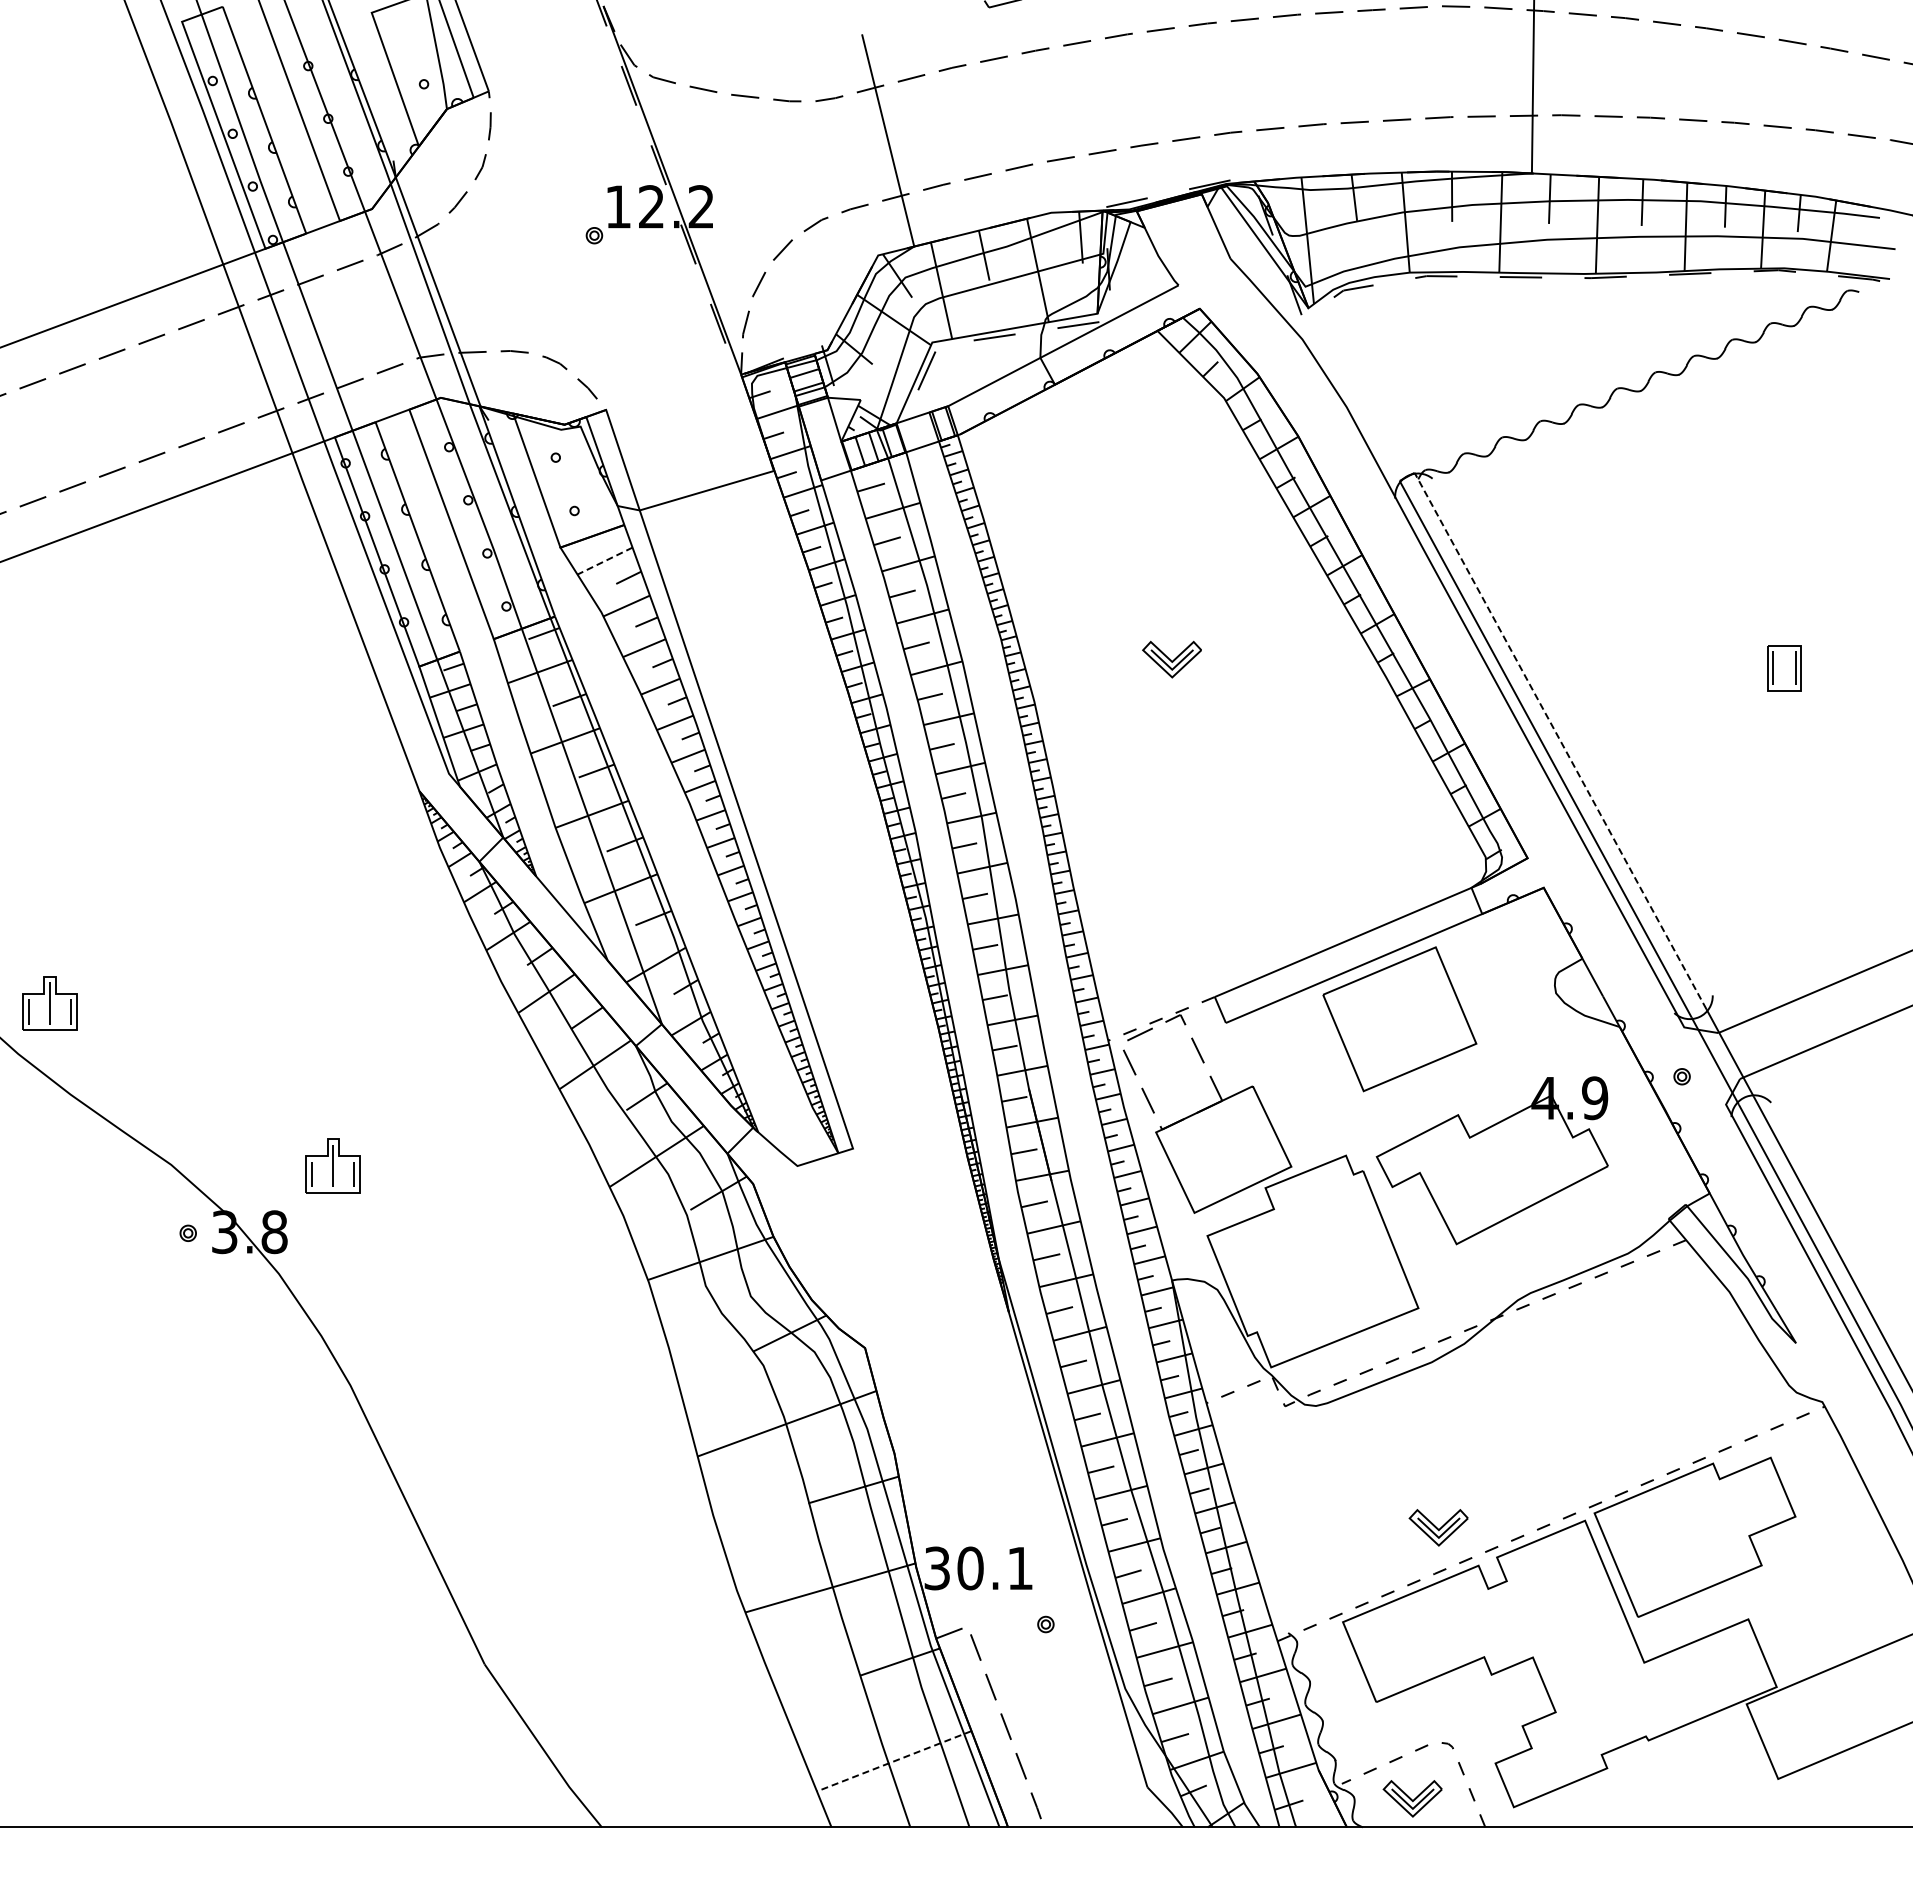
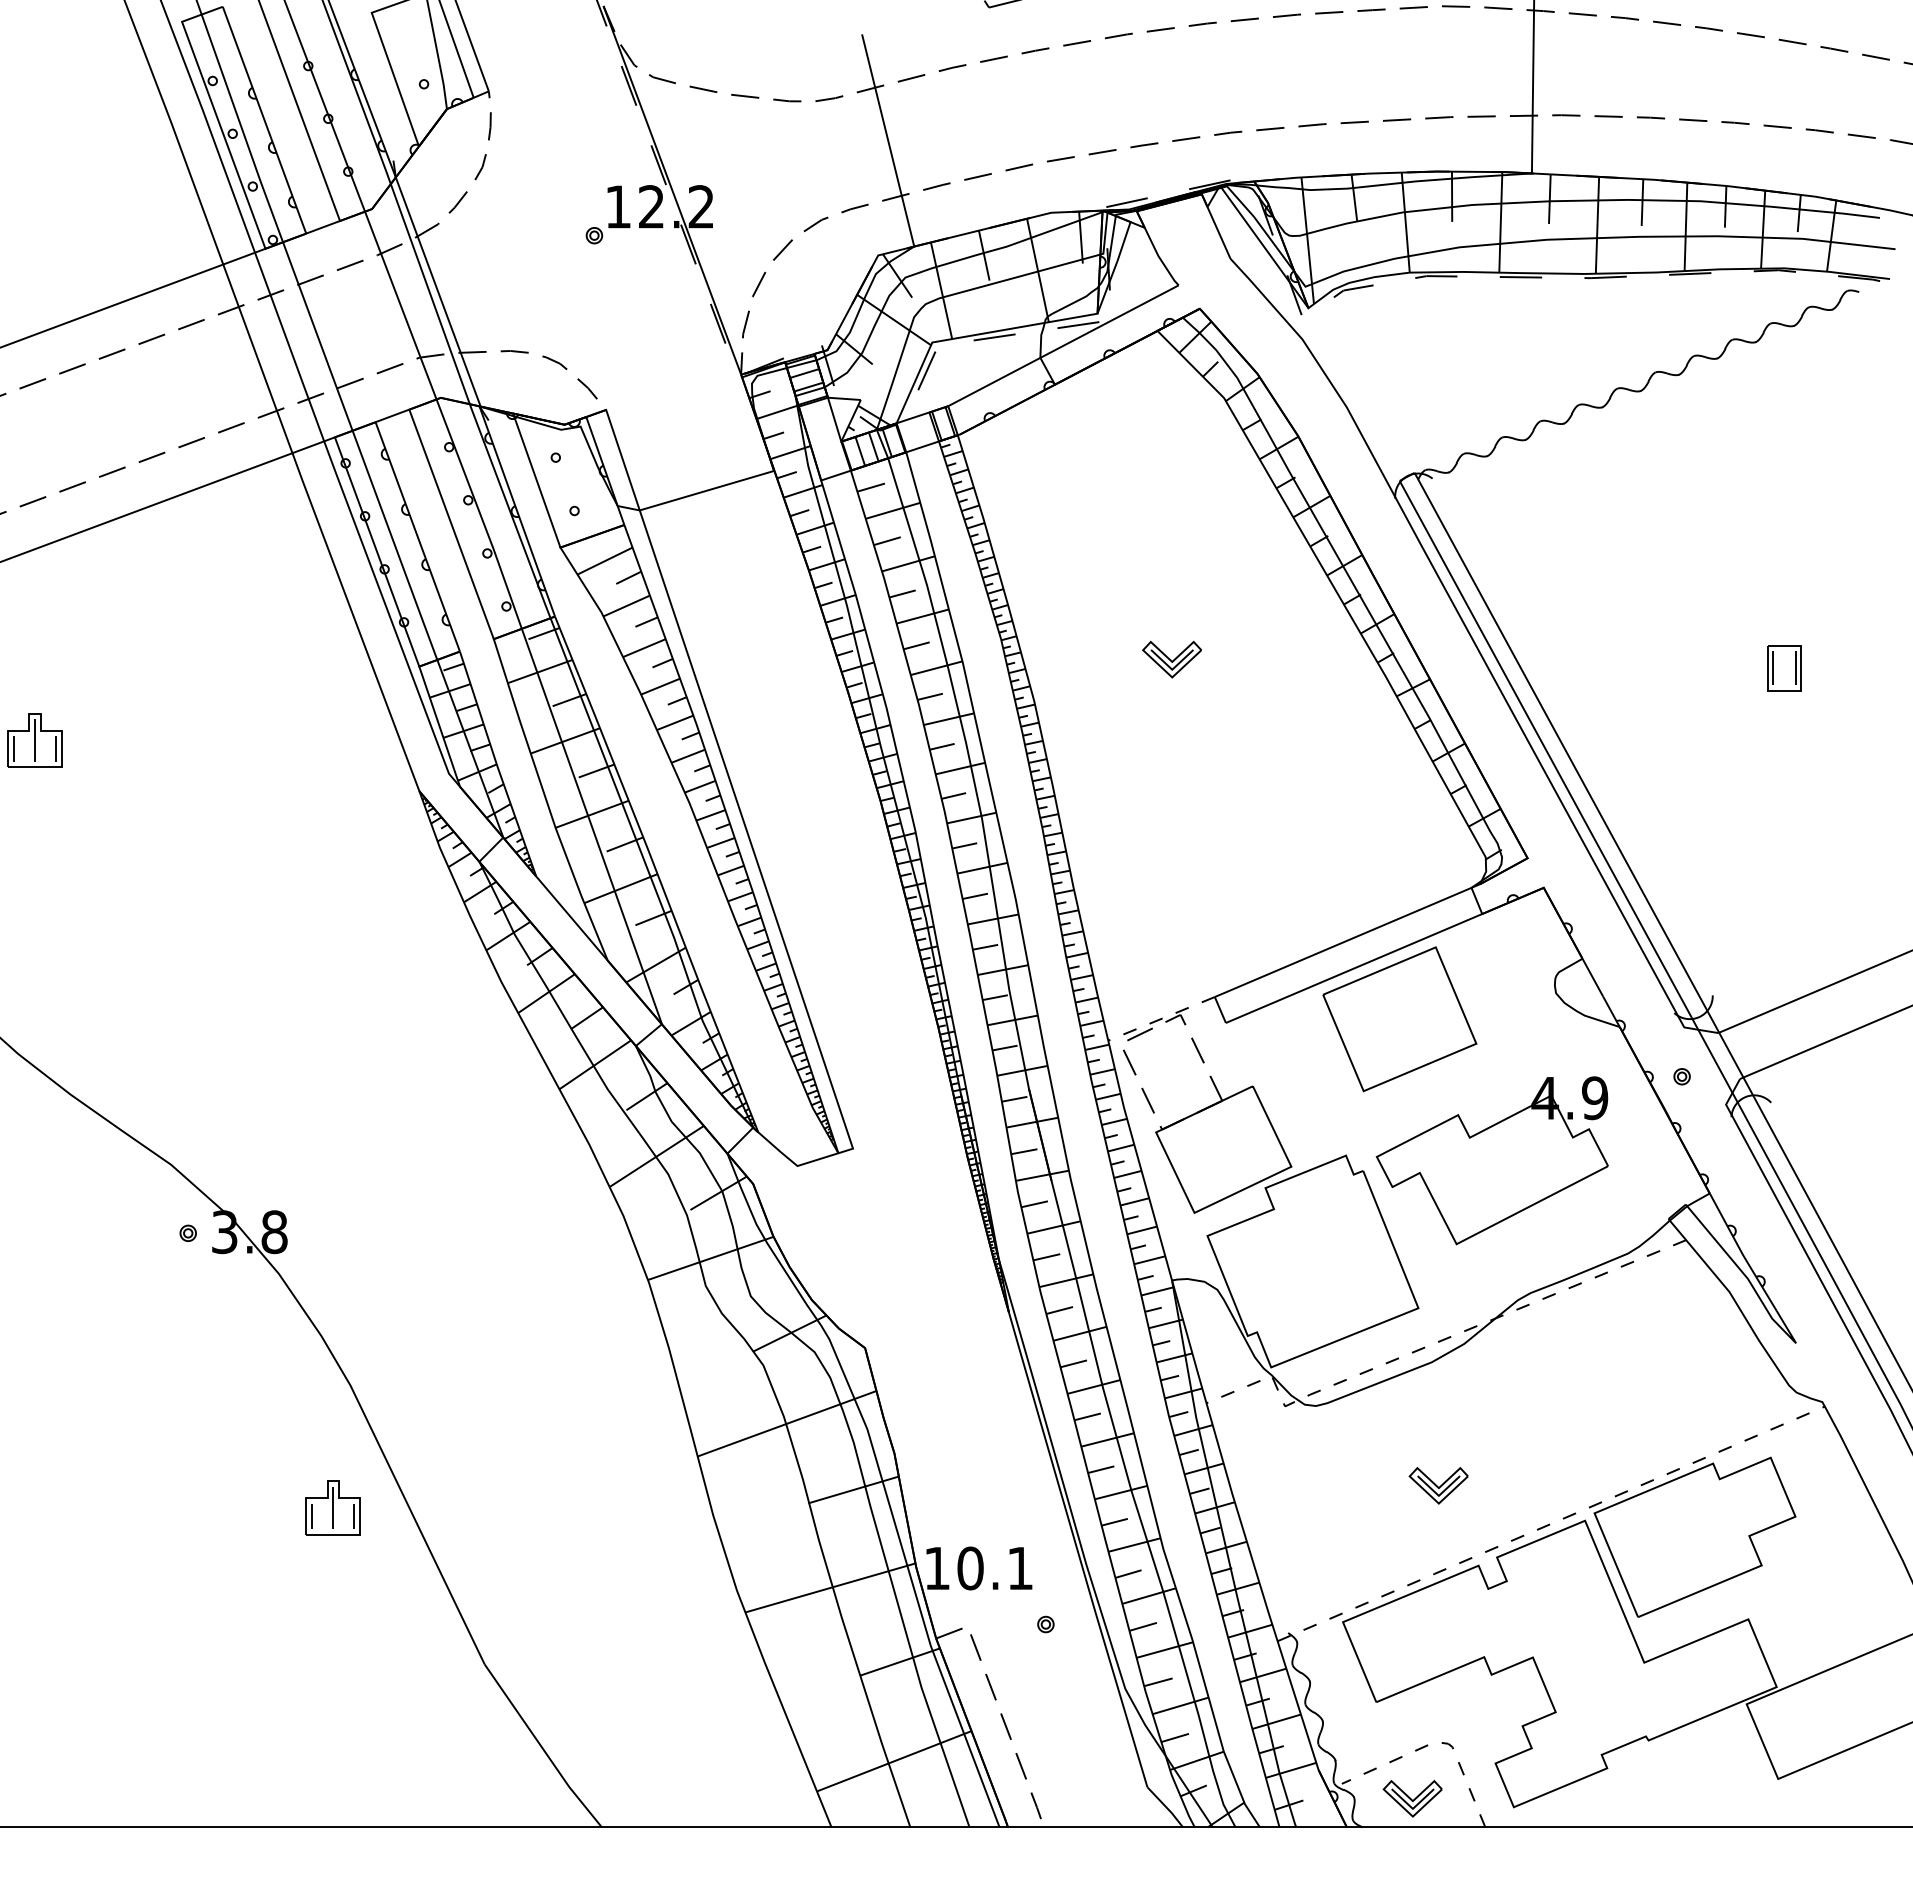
line at (605, 561): dashed -> solid
line at (1560, 740): dashed -> solid
part at (49, 1003) position: (49, 1003) -> (34, 740)
part at (332, 1165) position: (332, 1165) -> (332, 1507)
part at (1438, 1527) position: (1438, 1527) -> (1438, 1485)
text at (936, 1568): 30.1 -> 10.1
line at (894, 1761): dashed -> solid
